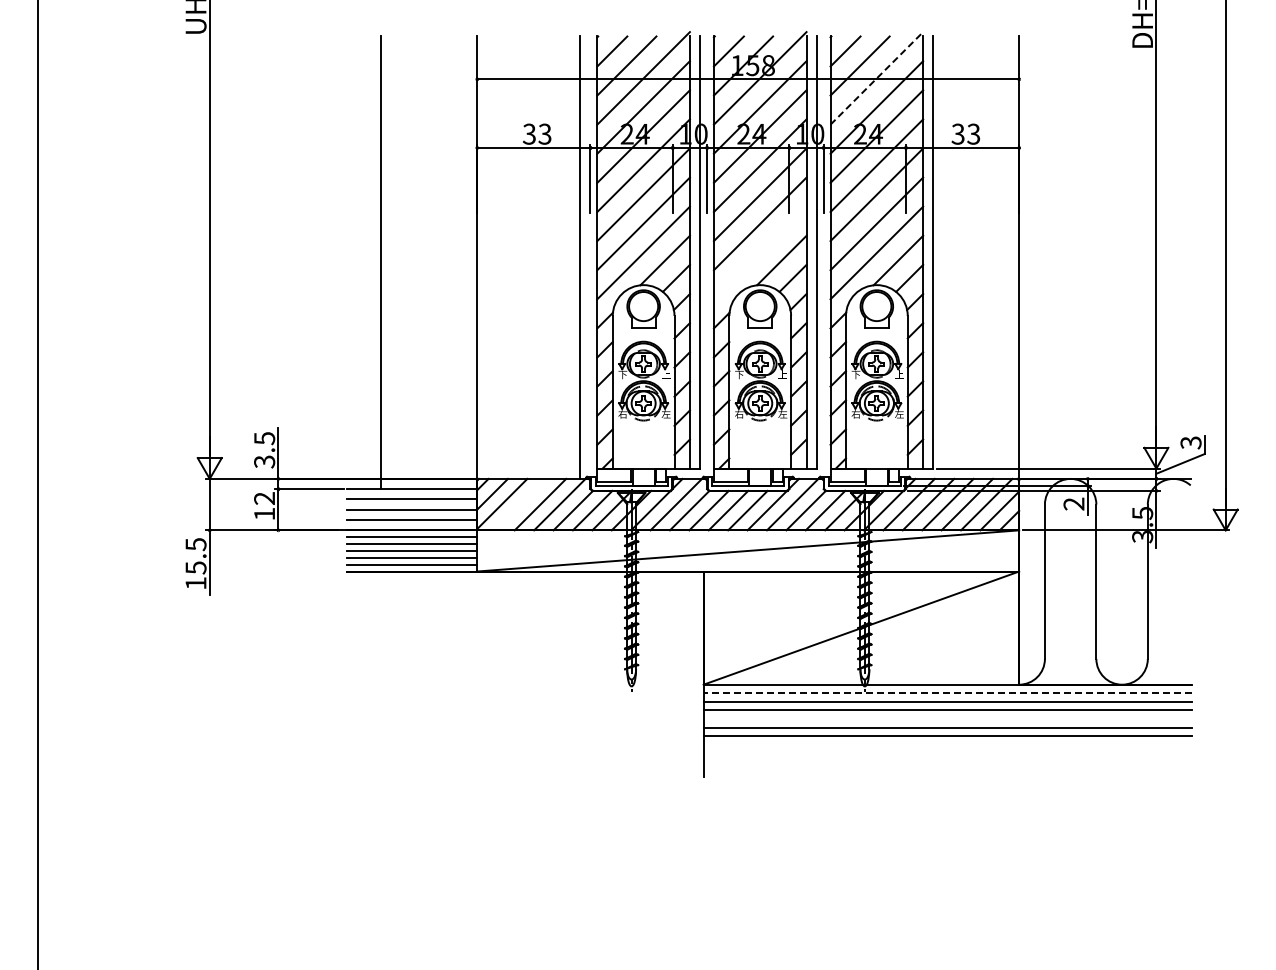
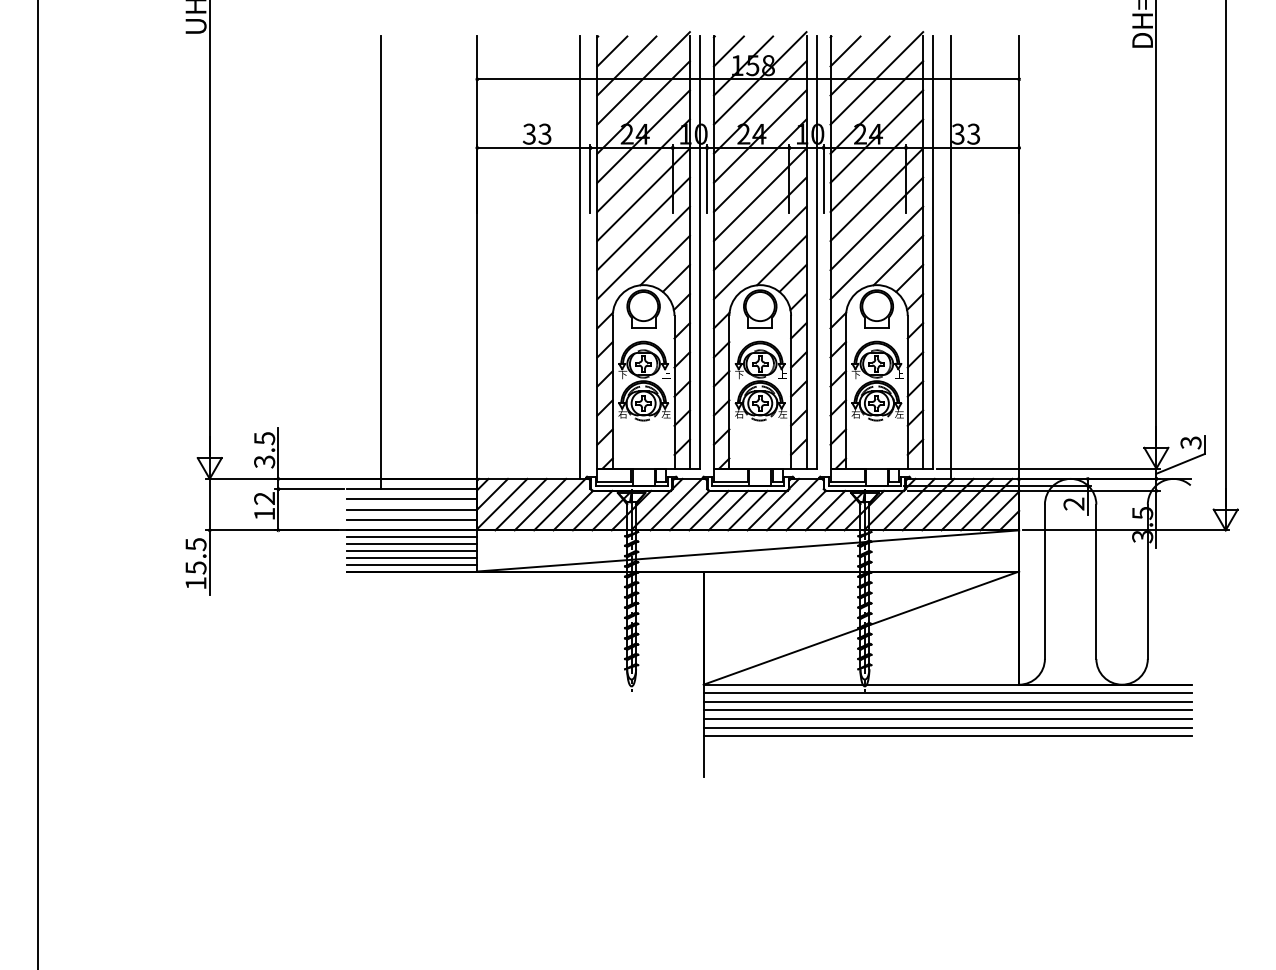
line at (877, 78): dashed -> solid
line at (759, 252): none -> present
line at (950, 257): none -> present
line at (520, 504): none -> present
line at (947, 693): dashed -> solid
line at (947, 719): none -> present
